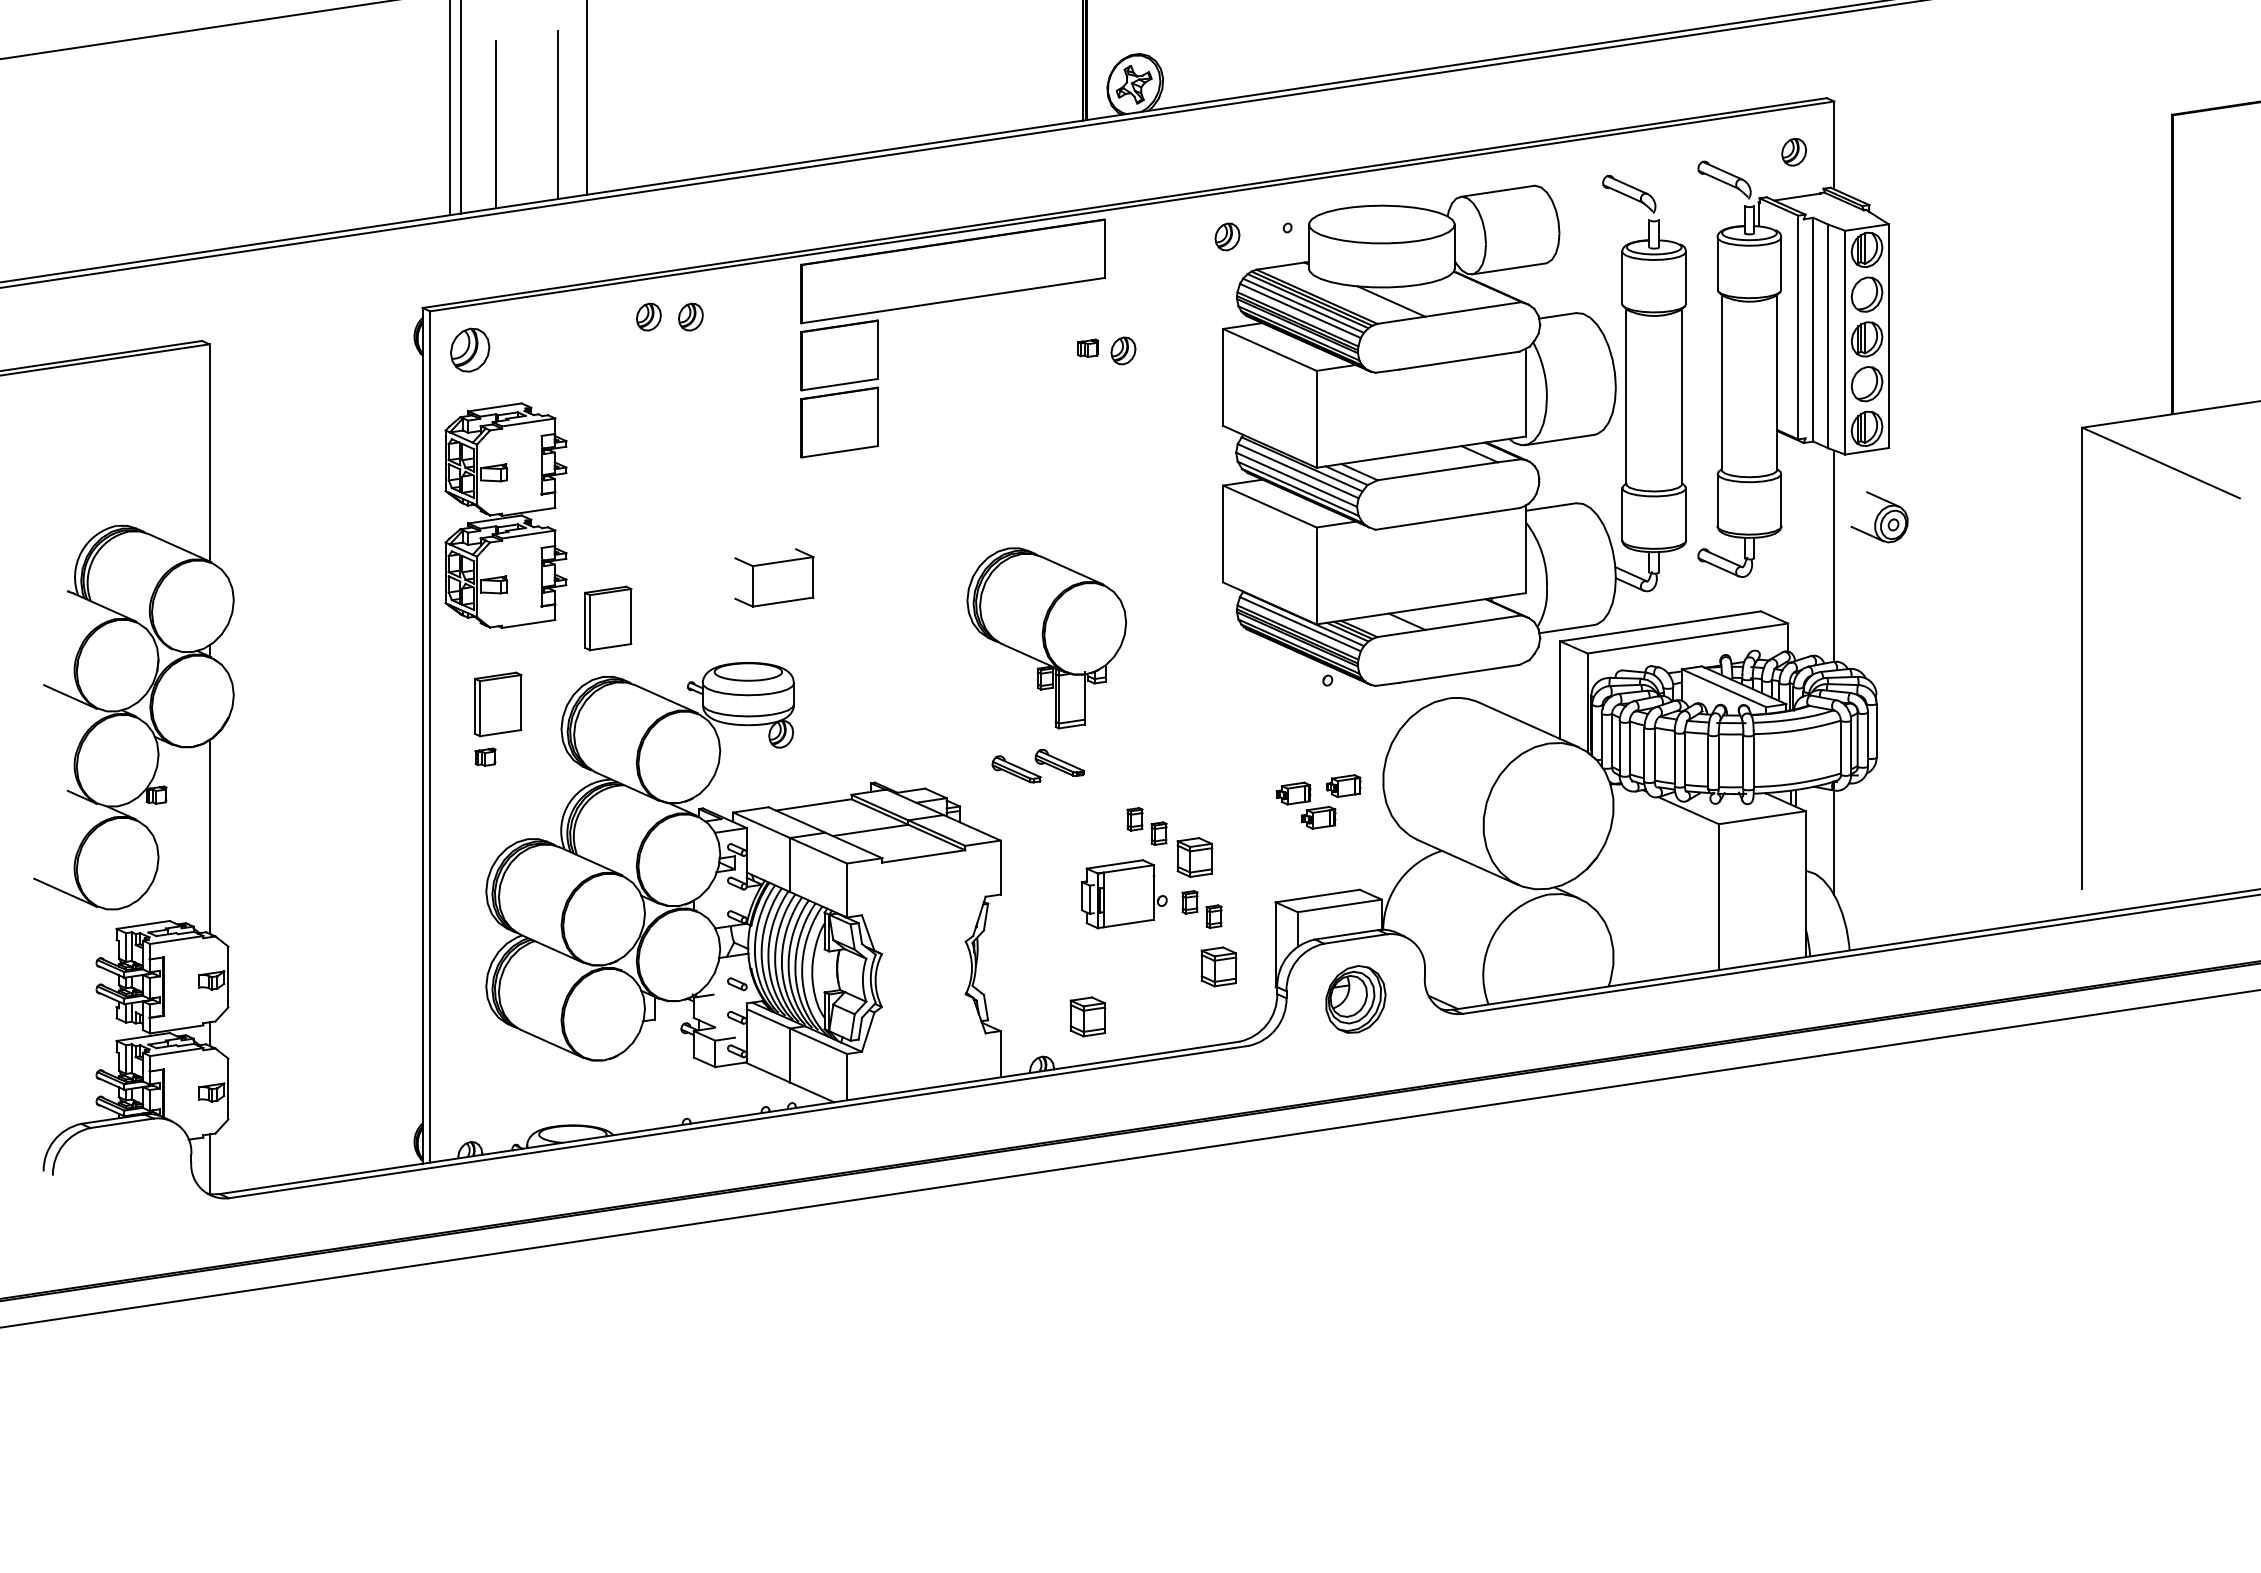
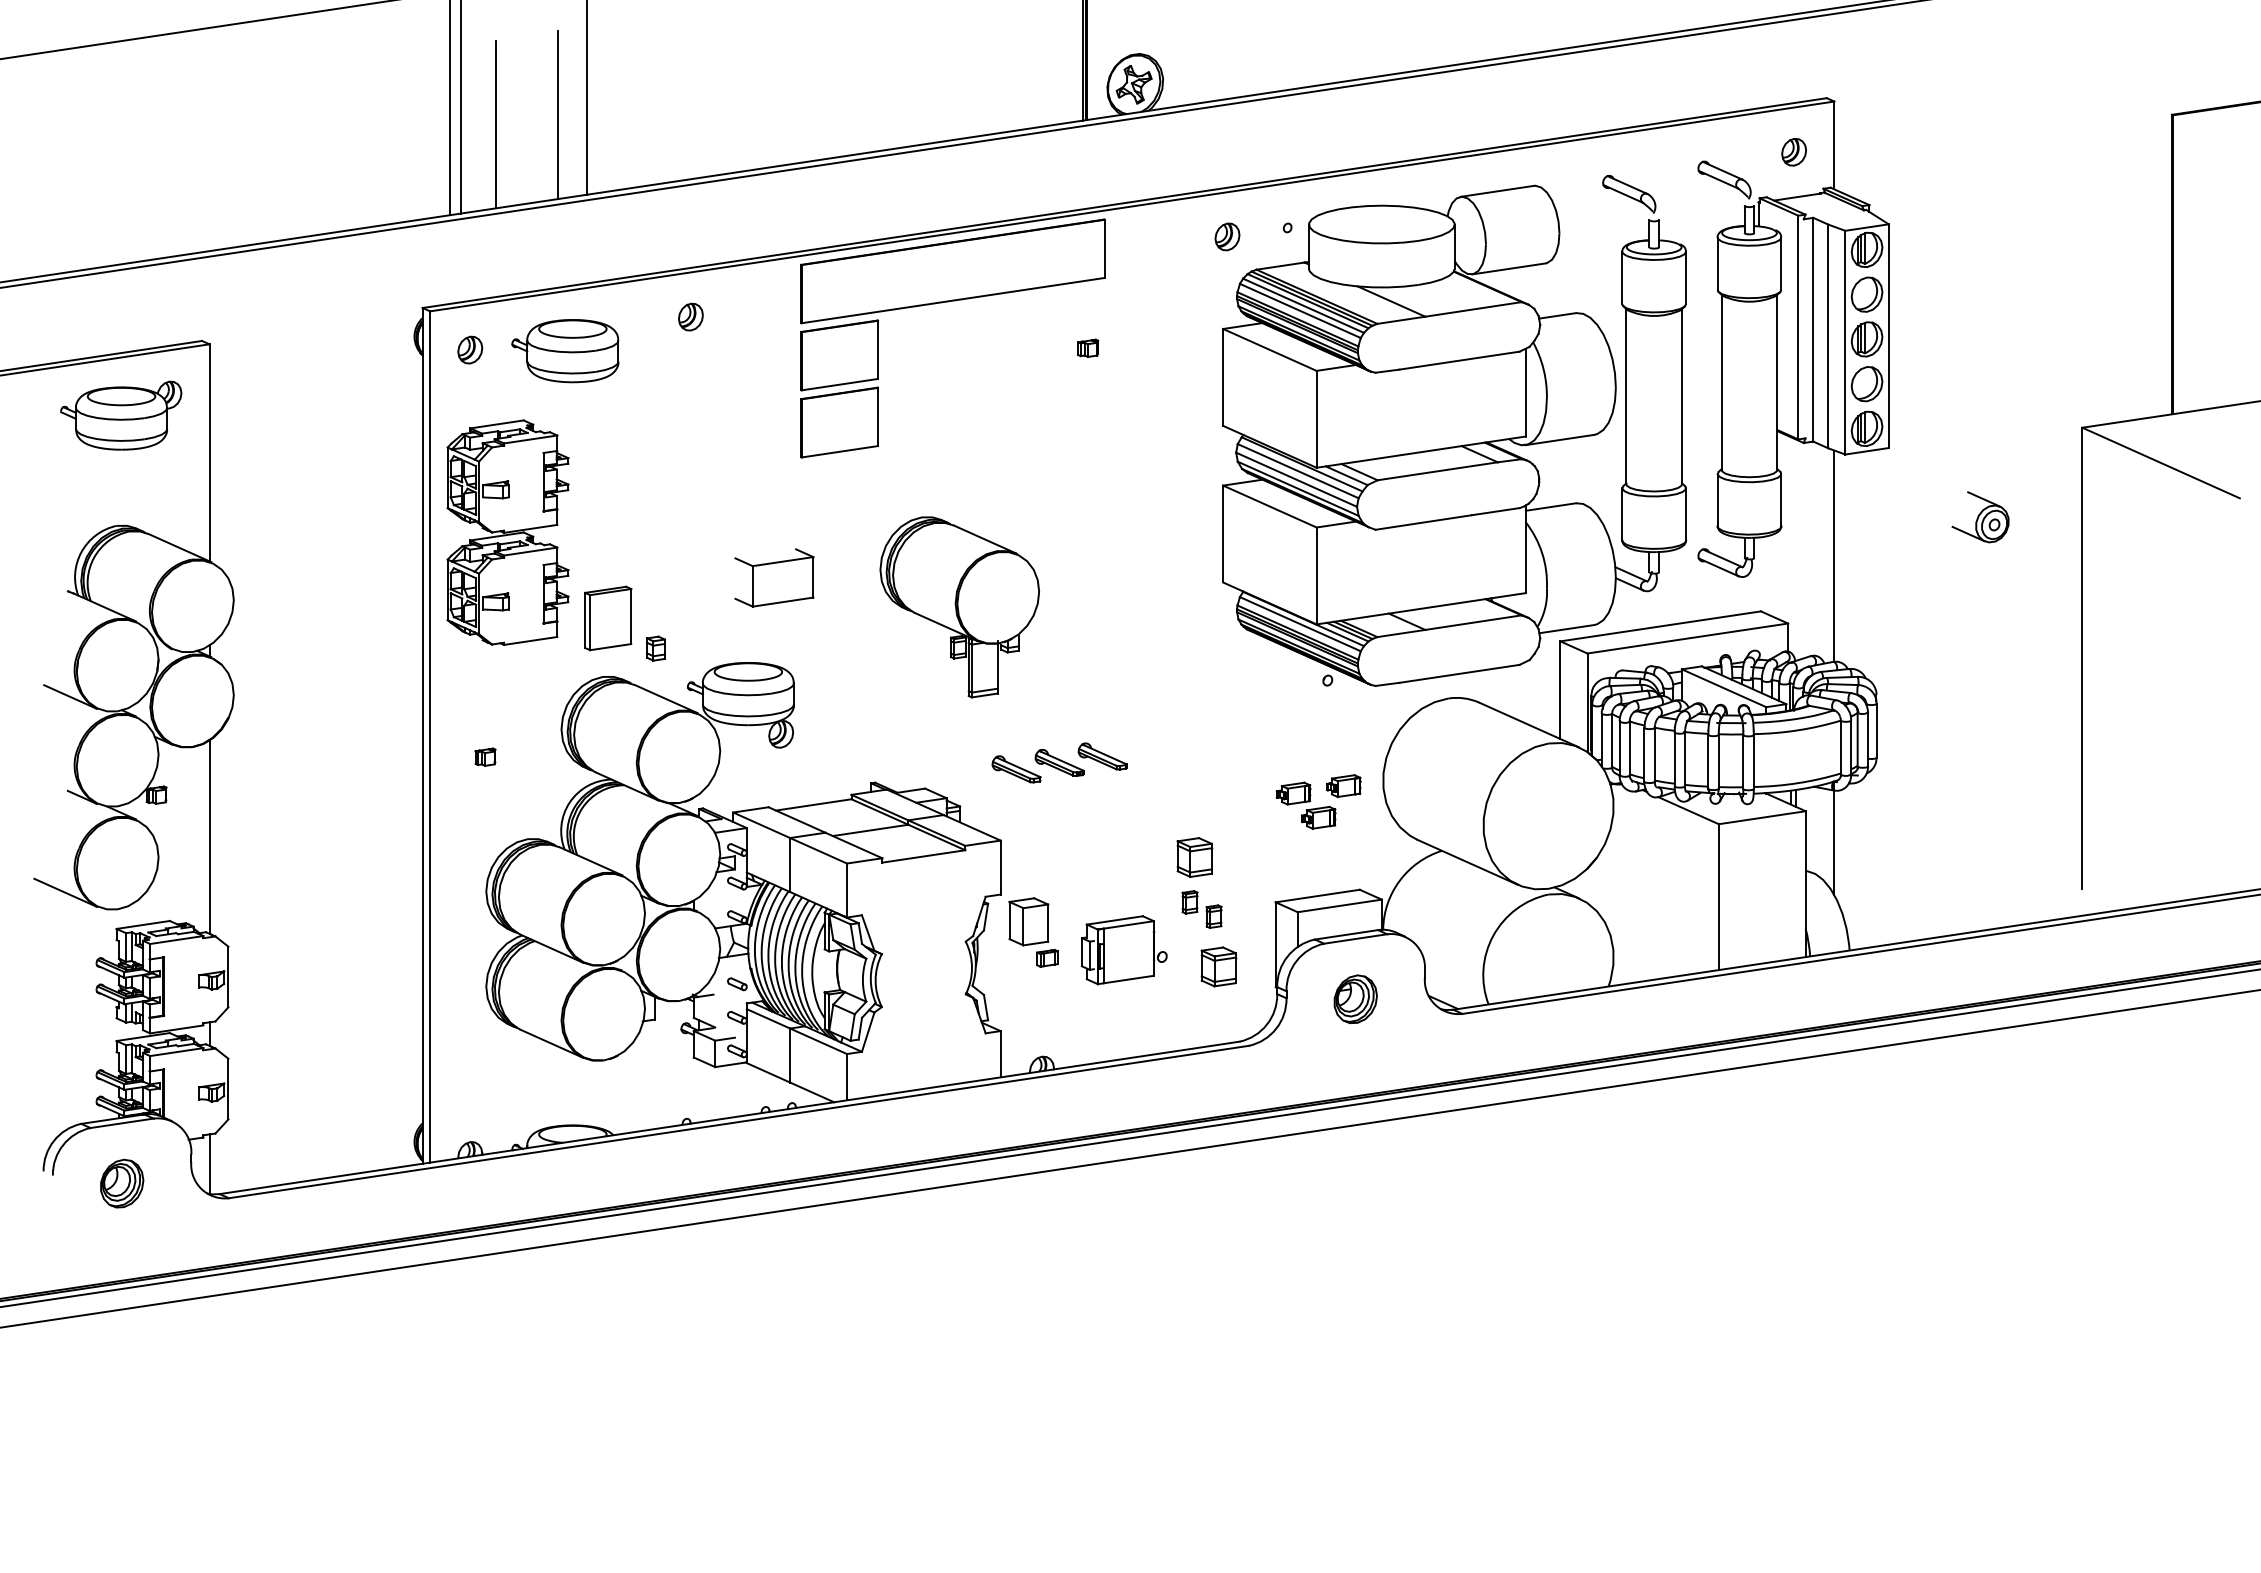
part at (648, 316): present -> none
part at (470, 349) size: 41x46 px -> 27x30 px
part at (1123, 350): present -> none
part at (565, 351): none -> present
part at (121, 415): none -> present
part at (505, 515) position: (505, 515) -> (507, 532)
part at (1879, 517) position: (1879, 517) -> (1980, 517)
part at (1046, 638) position: (1046, 638) -> (959, 607)
part at (655, 648): none -> present
part at (498, 704): present -> none
part at (1102, 756): none -> present
part at (1146, 826): present -> none
part at (1124, 894) position: (1124, 894) -> (1124, 950)
part at (1033, 932): none -> present
part at (1355, 999) size: 62x69 px -> 45x50 px
part at (1087, 1016): present -> none
line at (1129, 1137): none -> present
part at (122, 1183): none -> present
